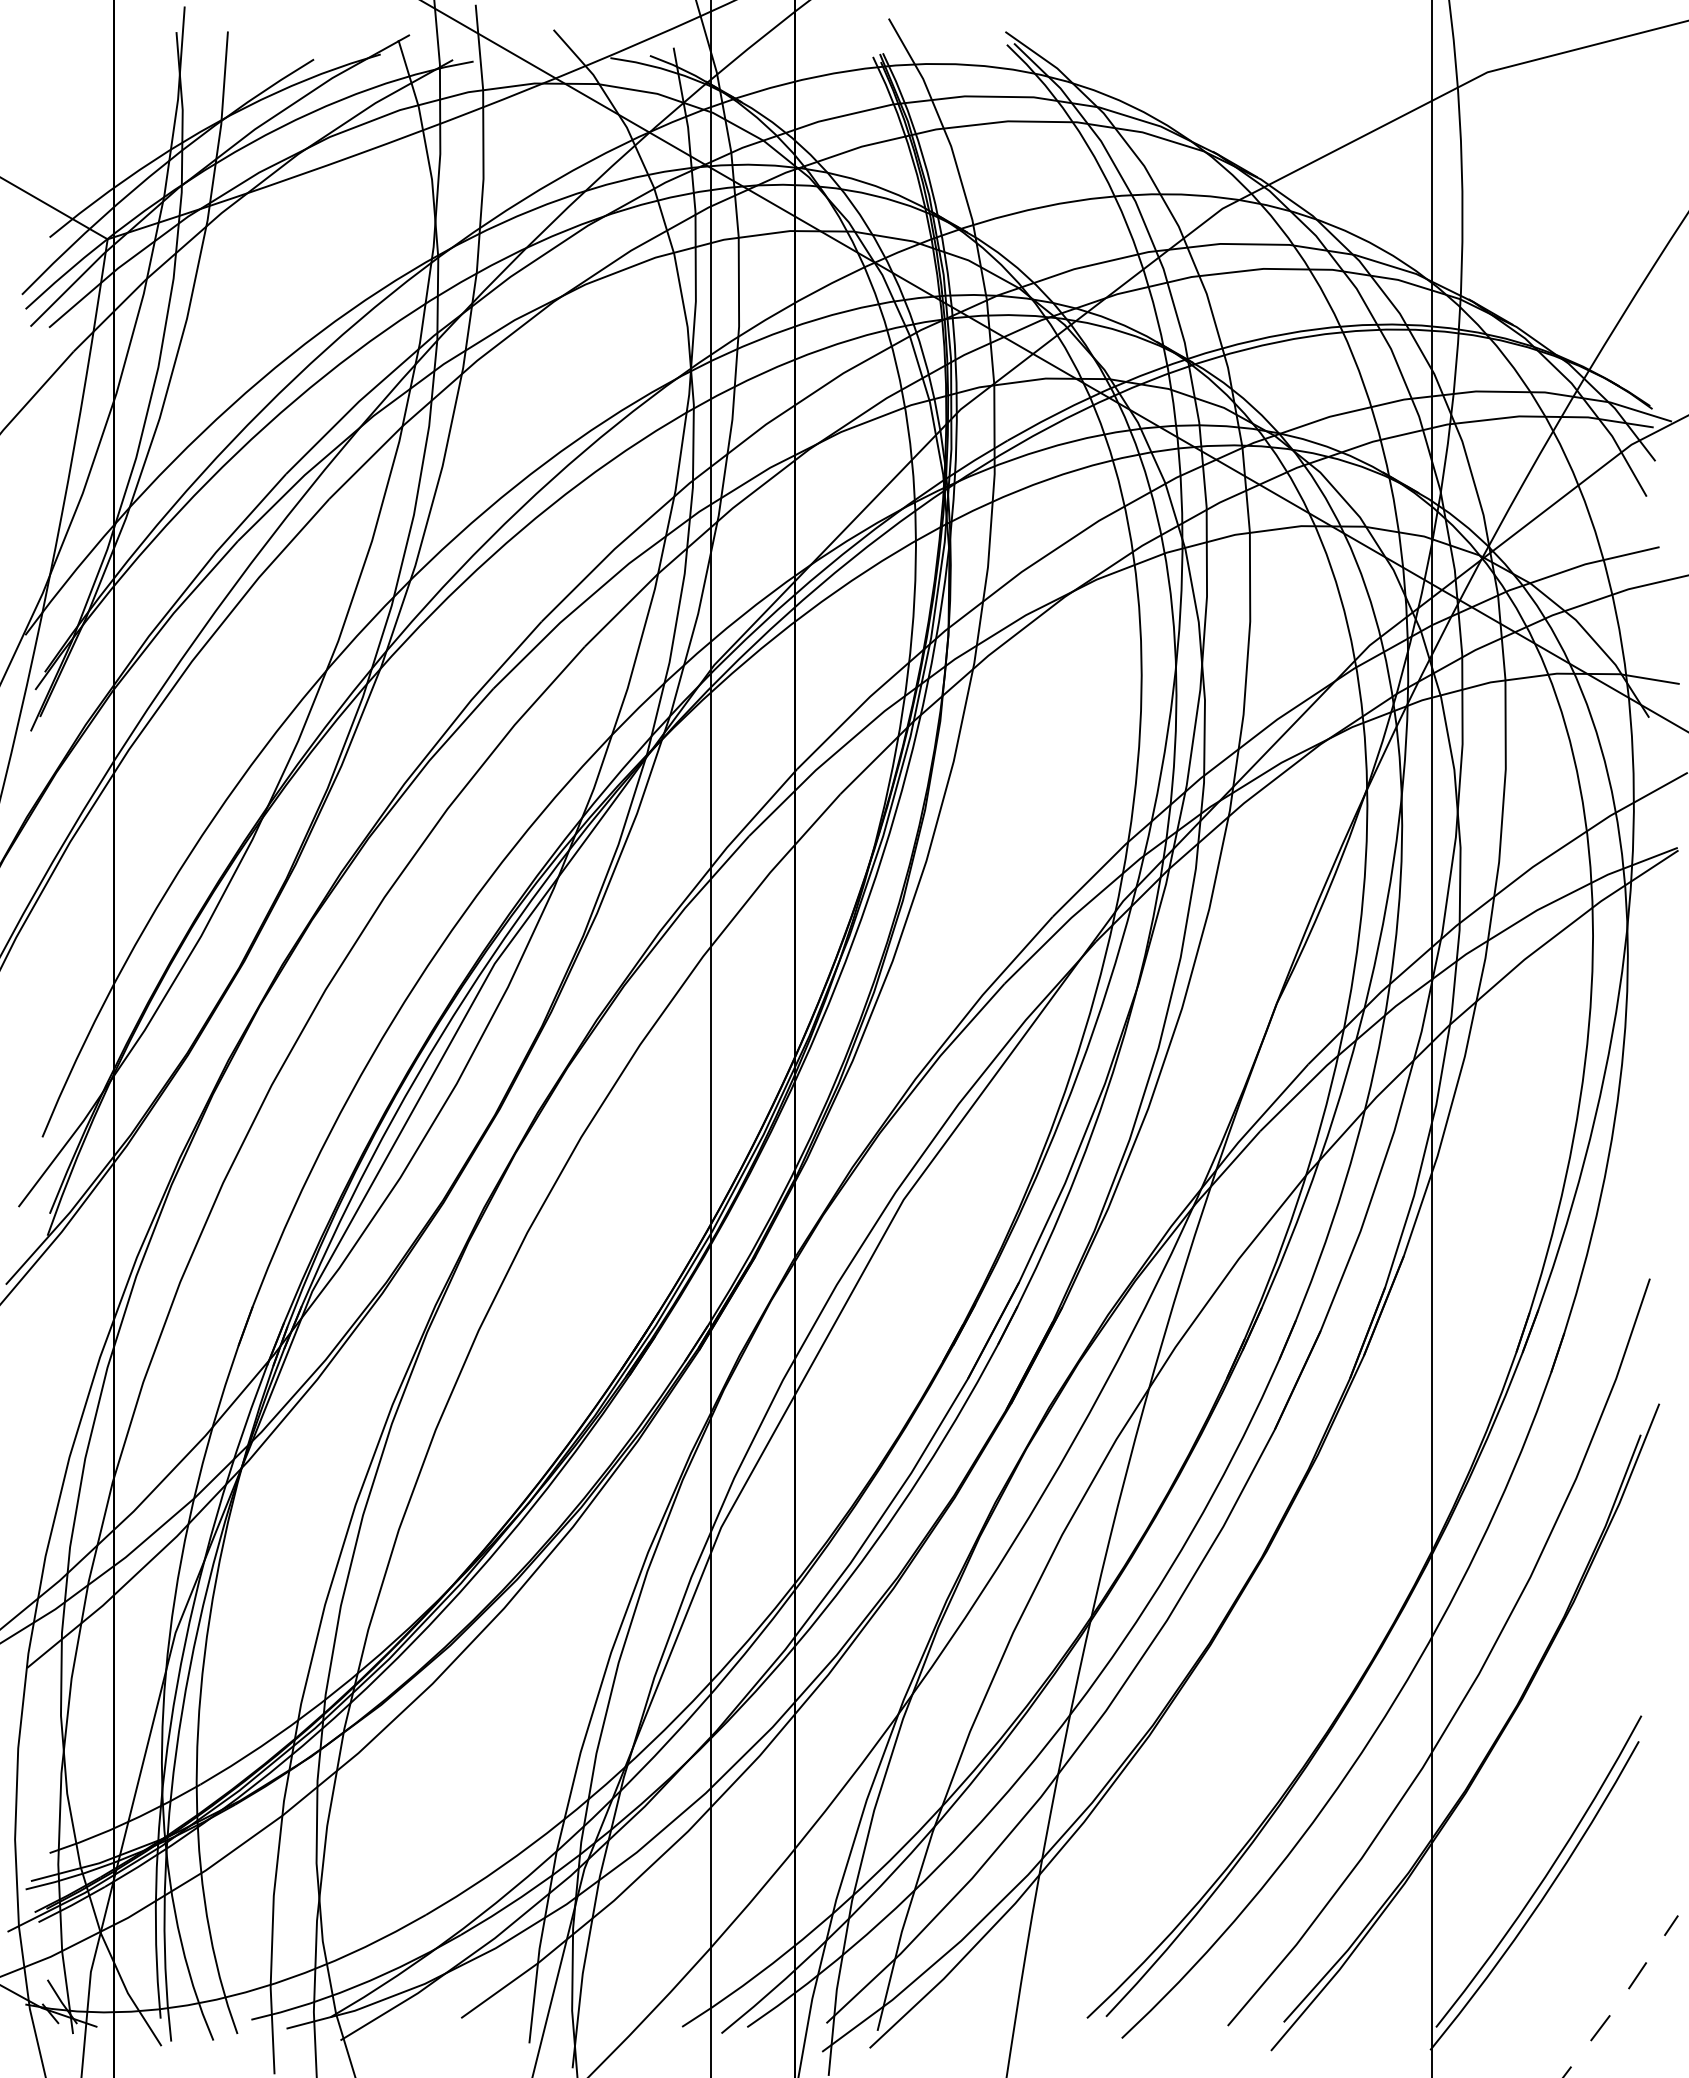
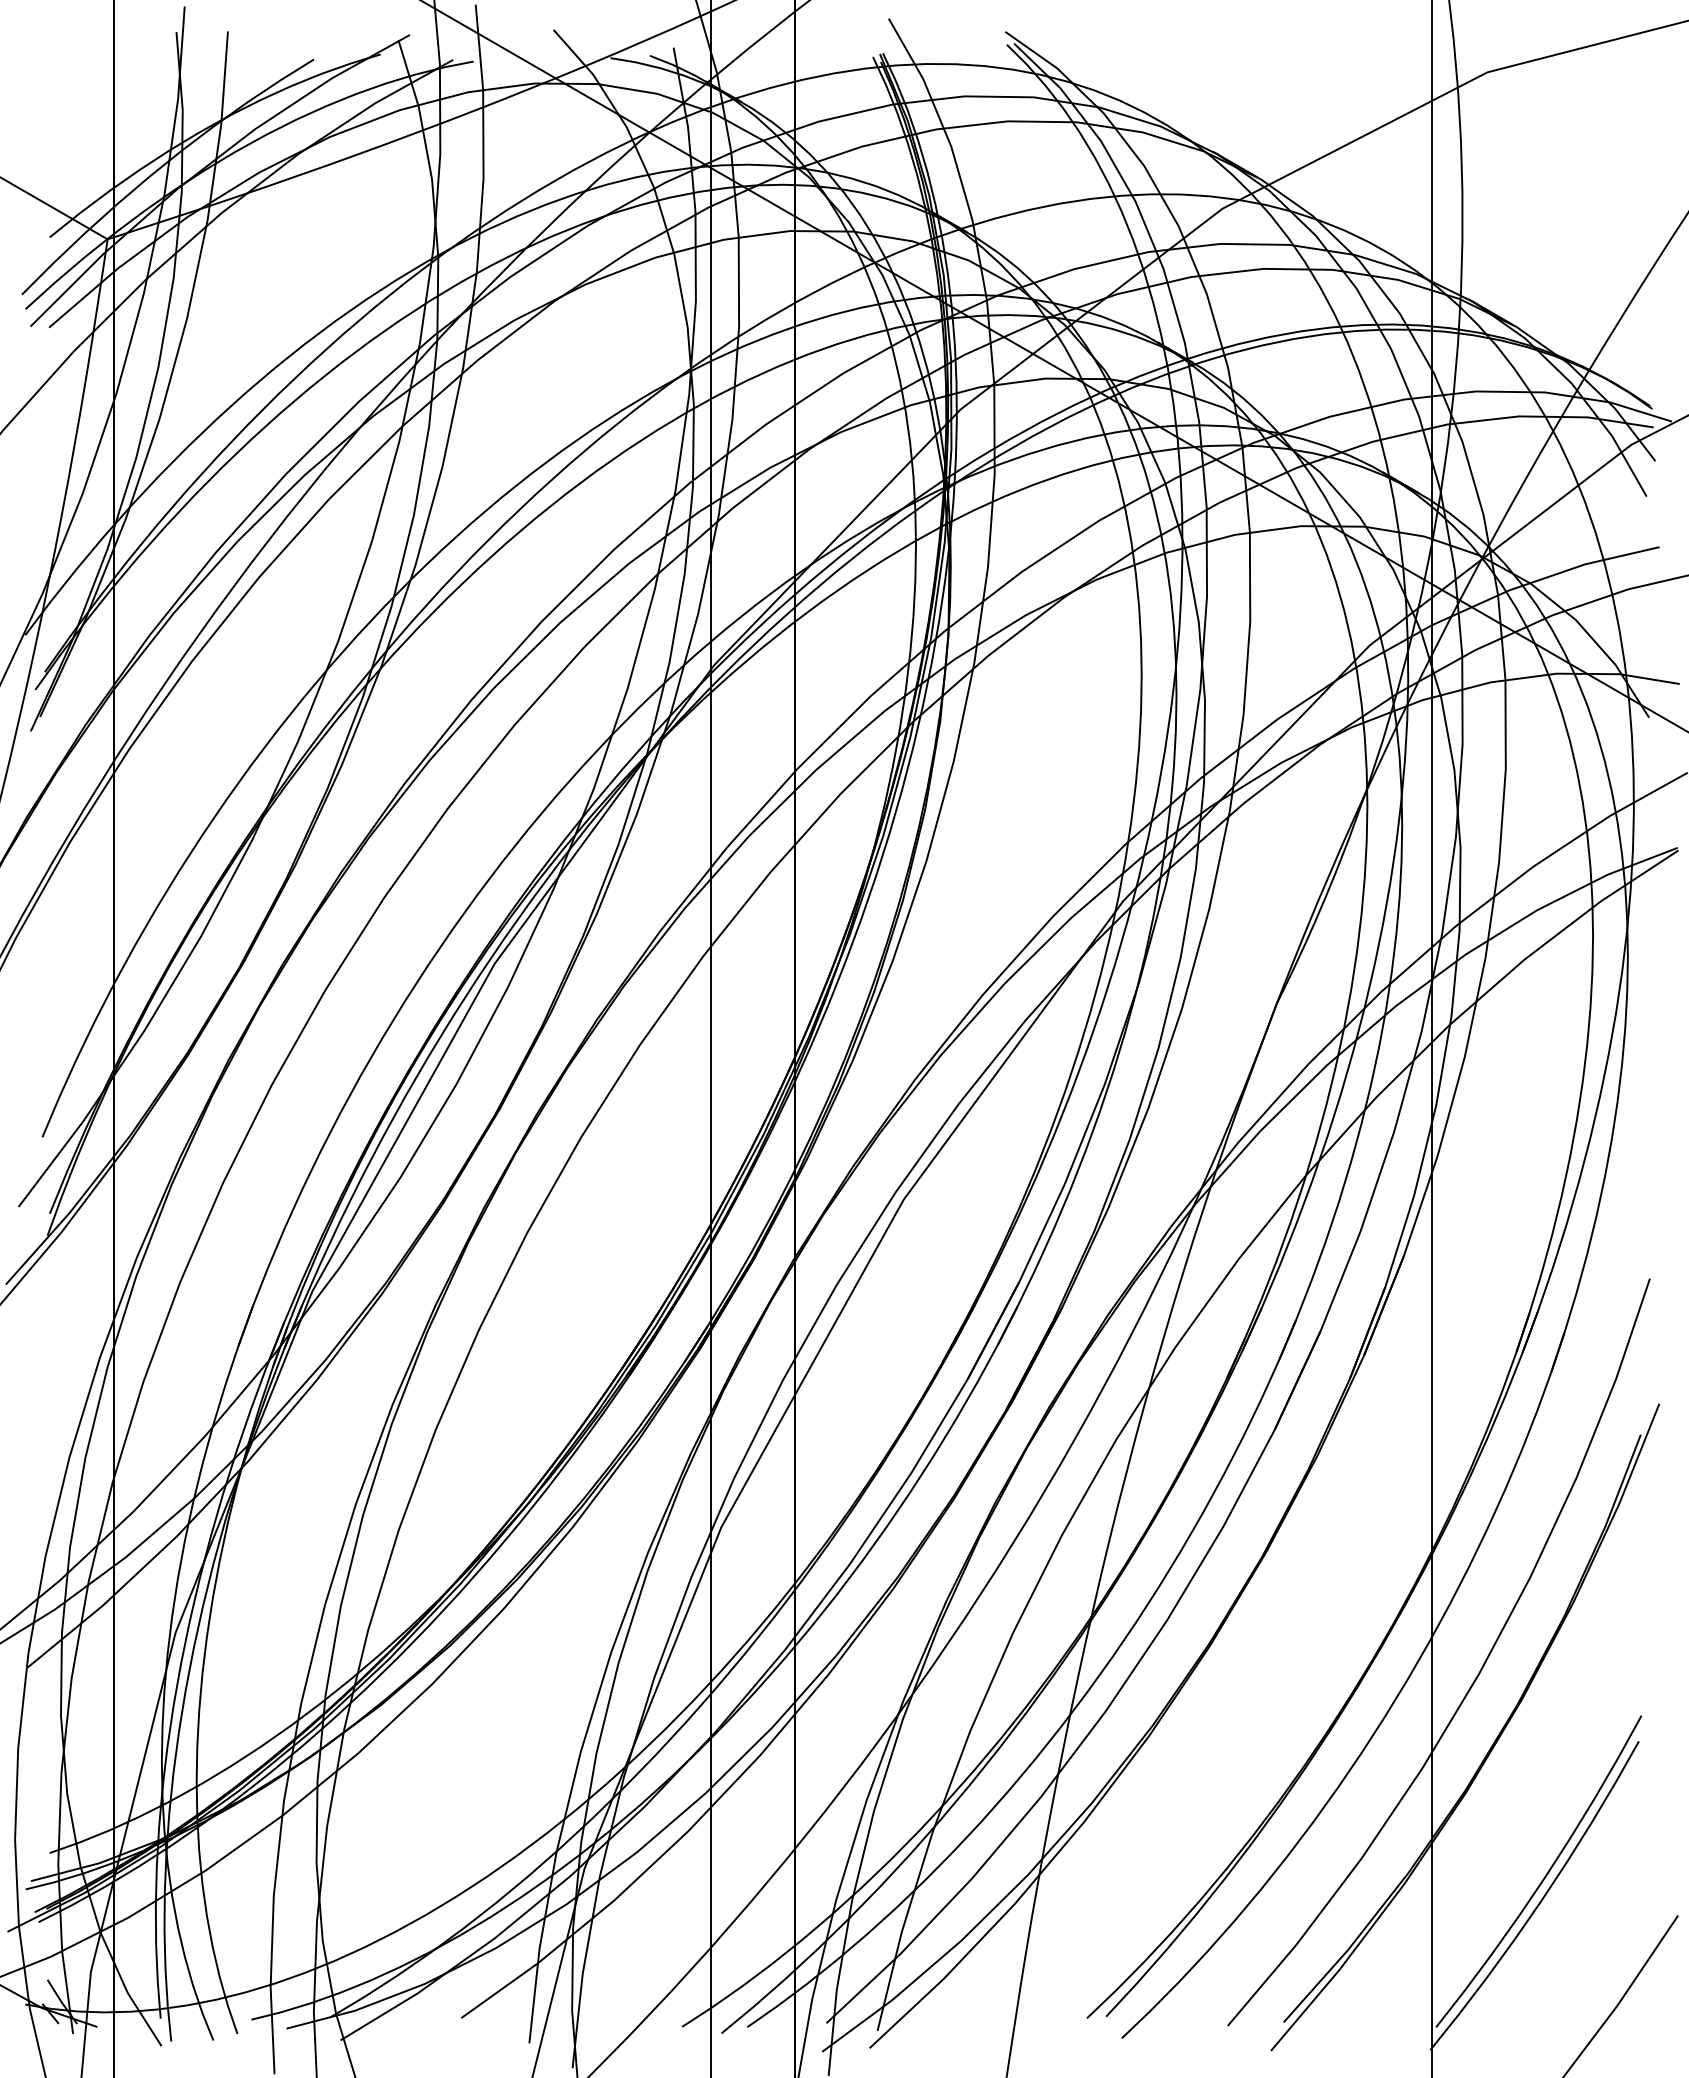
line at (1622, 1997): dashed -> solid
